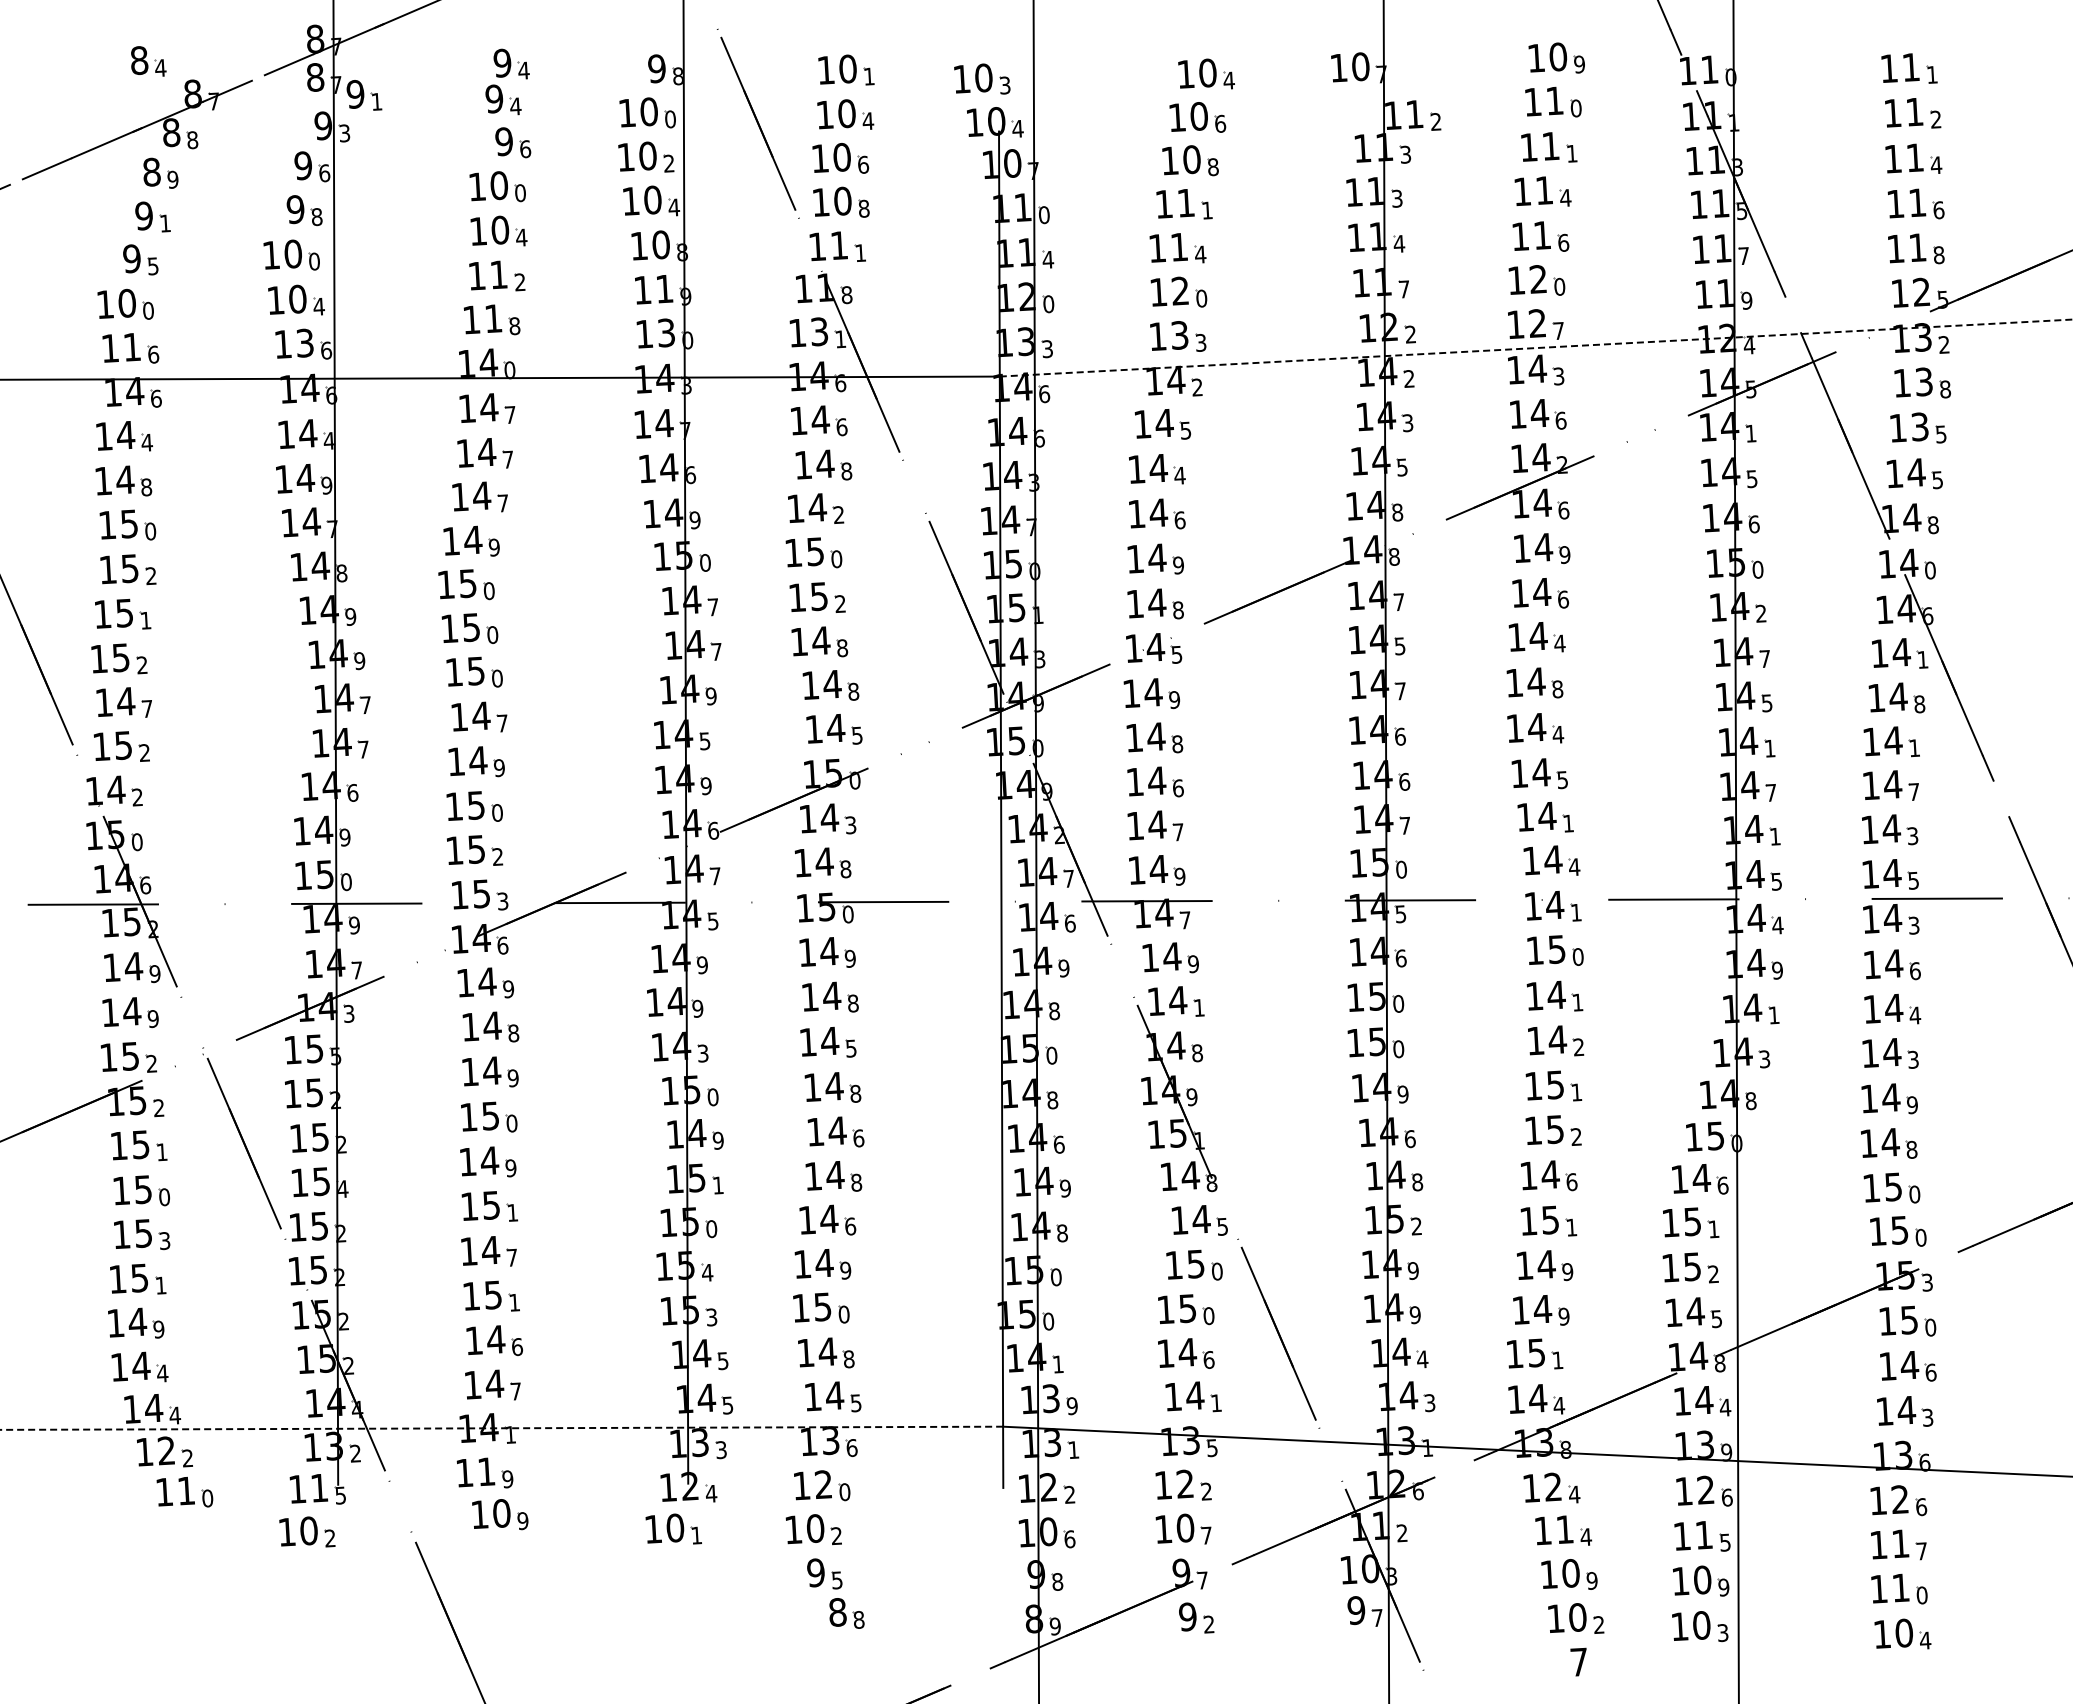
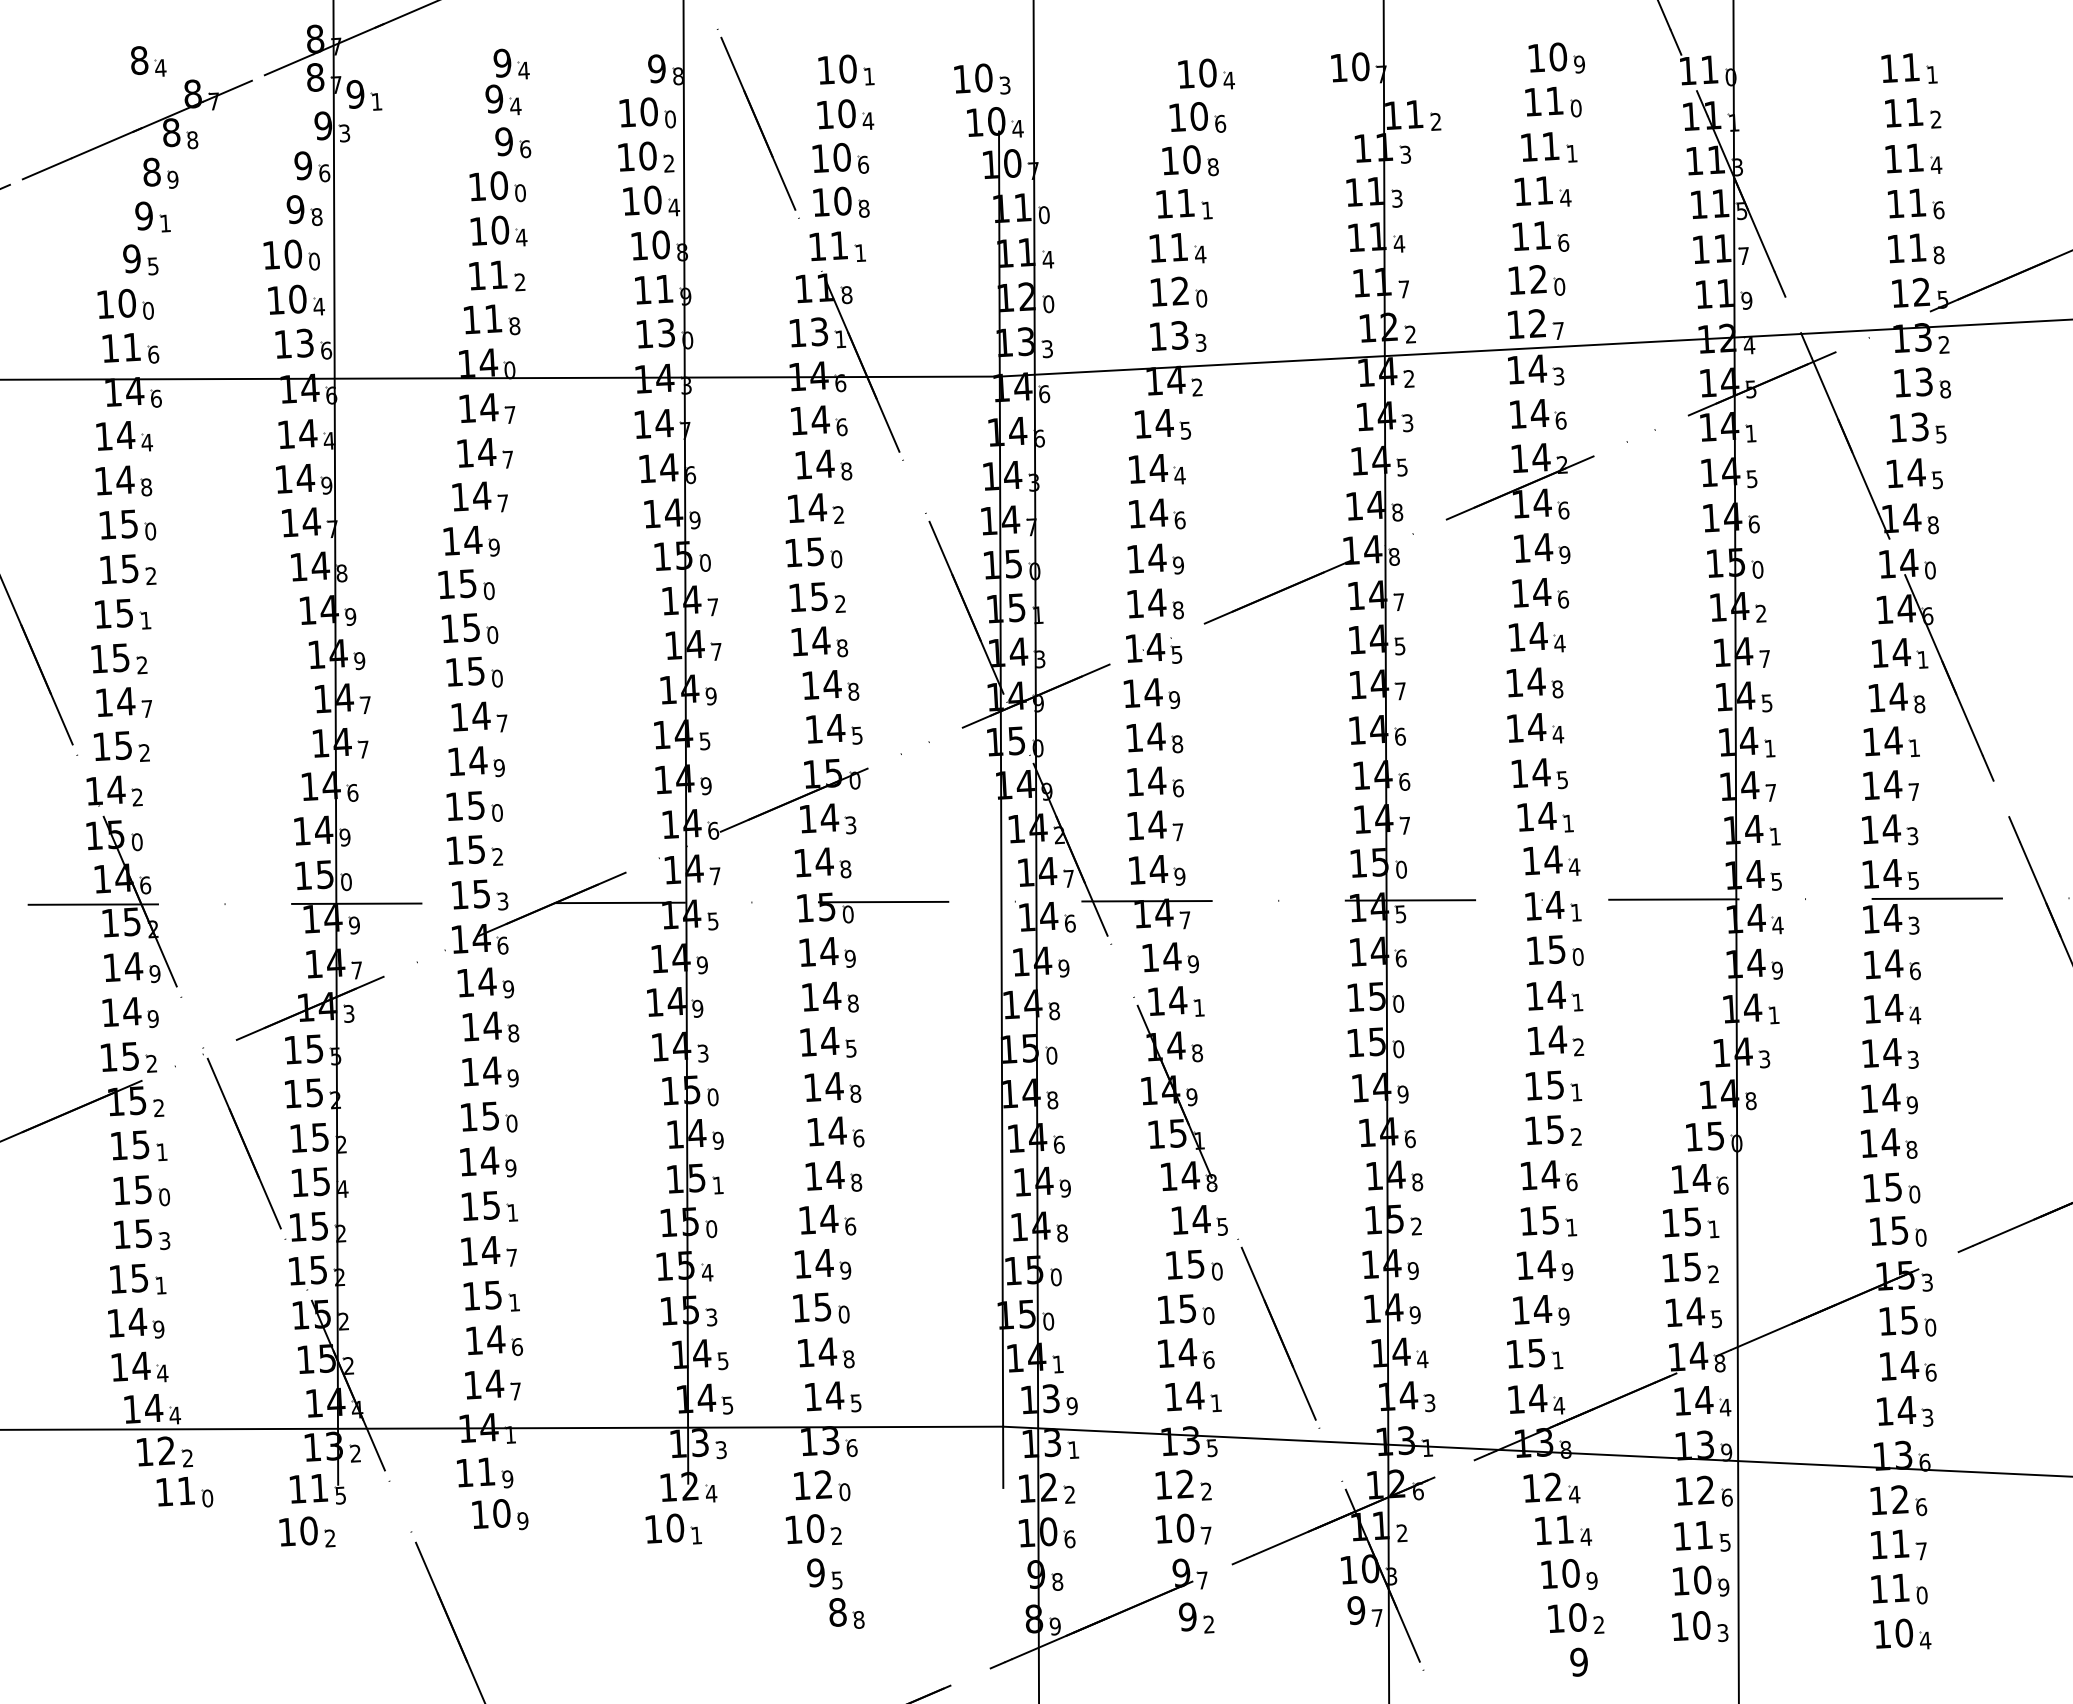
line at (1535, 348): dashed -> solid
line at (501, 1428): dashed -> solid
text at (1578, 1661): 7 -> 9
